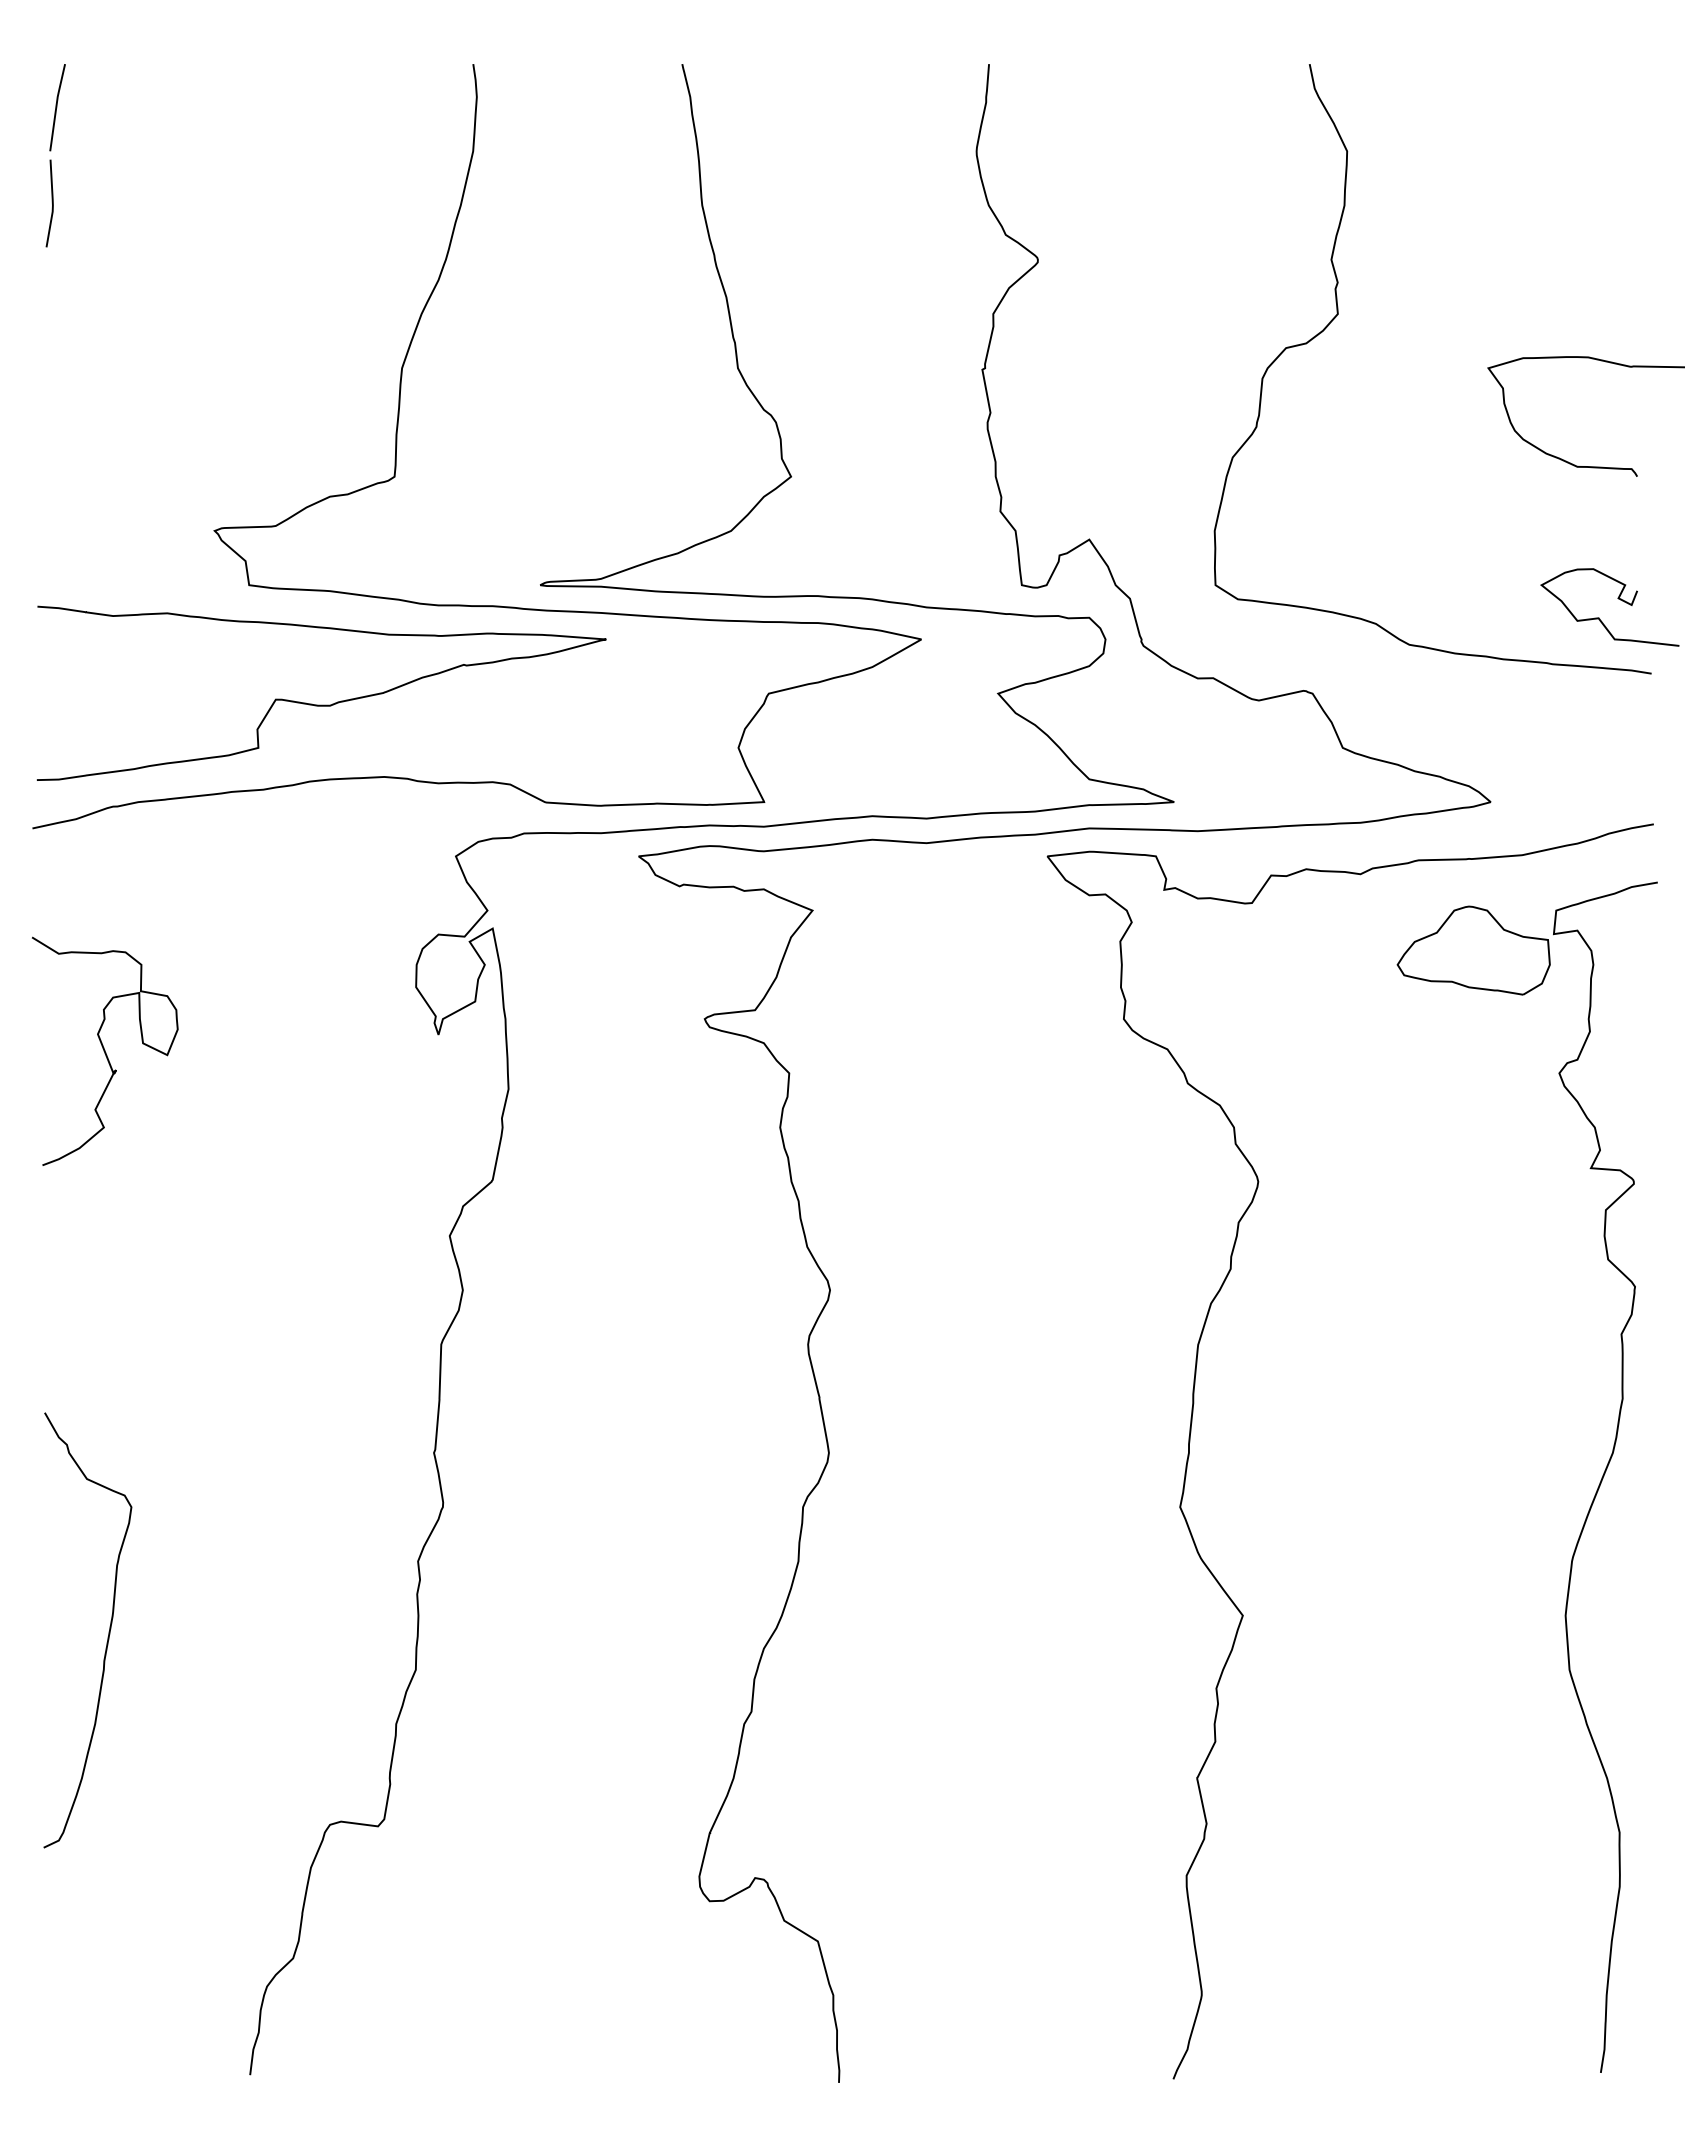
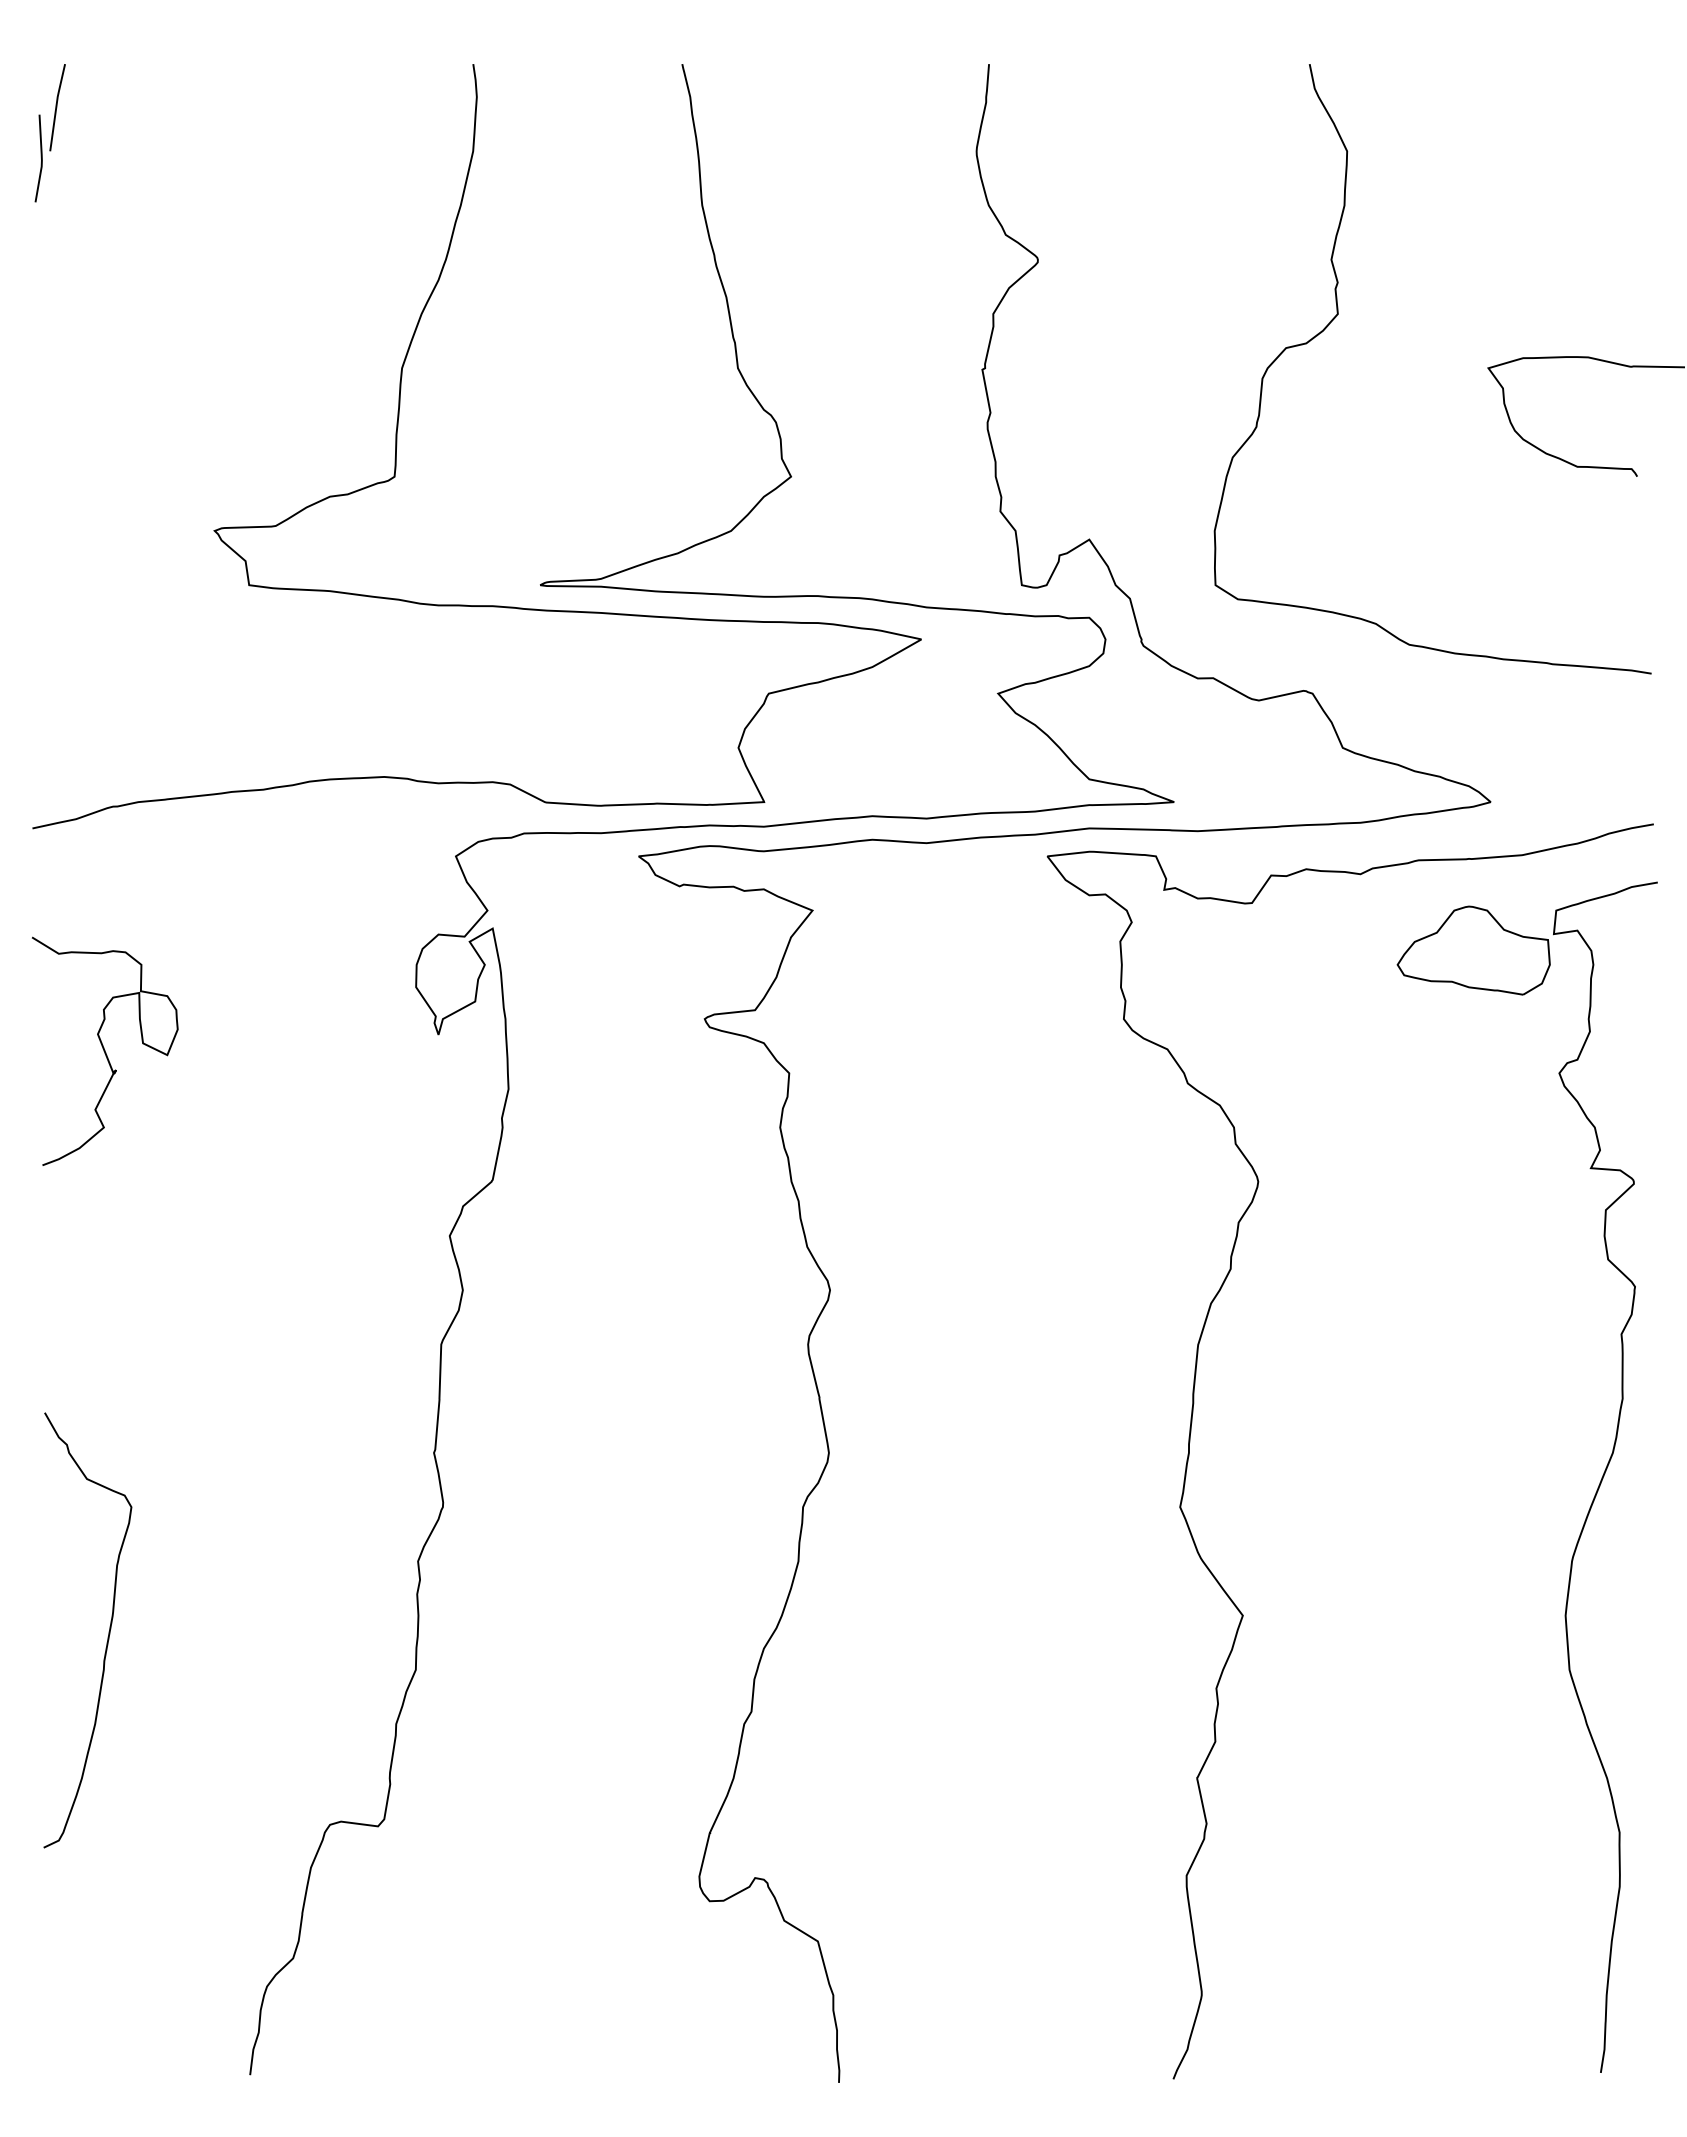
line at (51, 202) position: (51, 202) -> (40, 157)
curve at (1617, 598): present -> none
curve at (321, 704): present -> none
